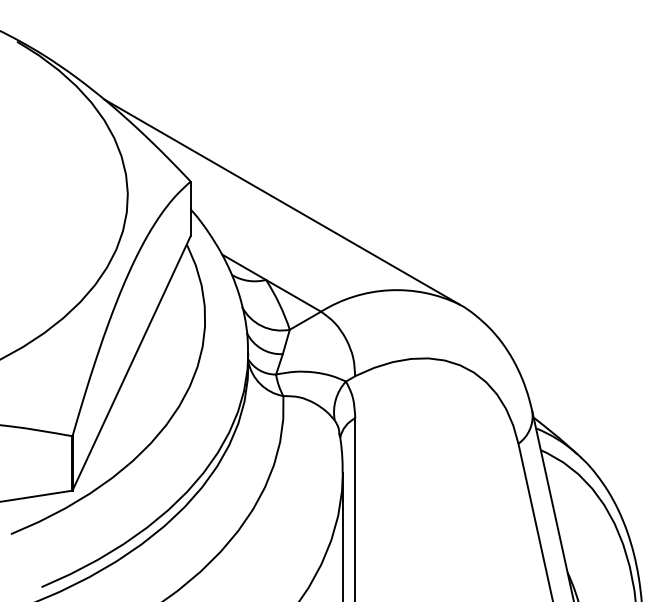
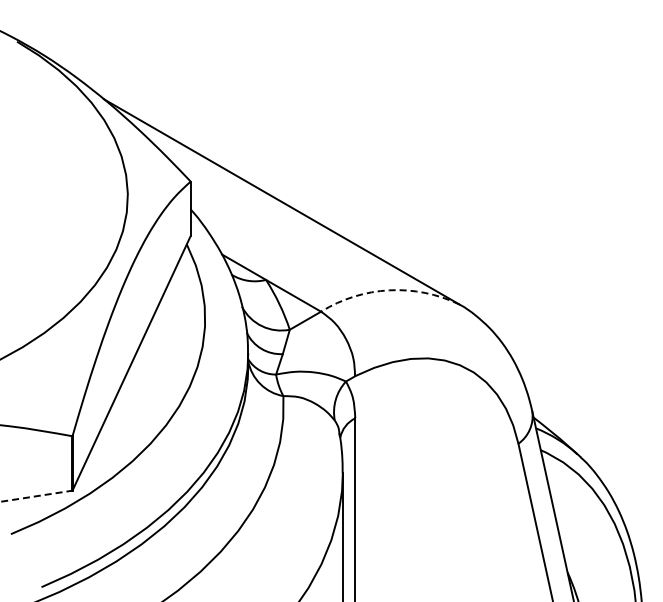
arc at (389, 290): solid -> dashed
line at (36, 496): solid -> dashed
